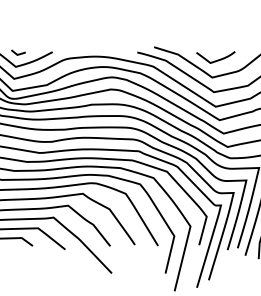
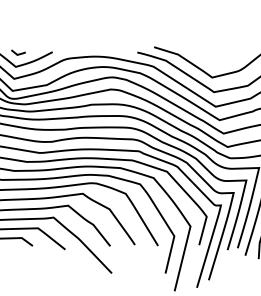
curve at (217, 59): present -> none
